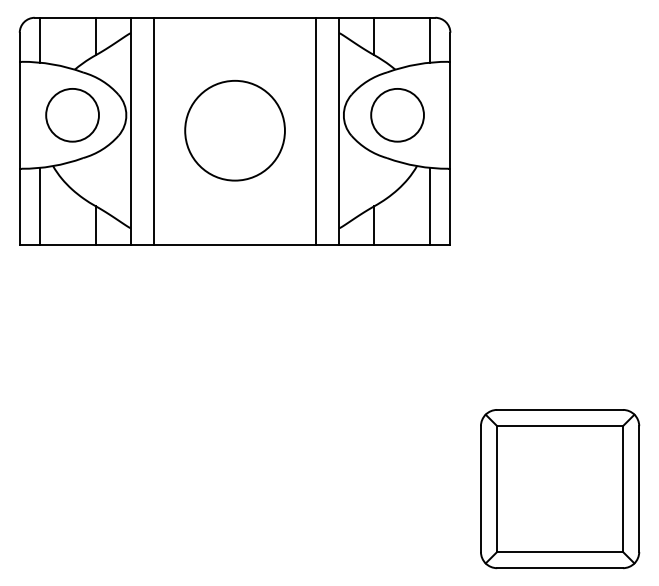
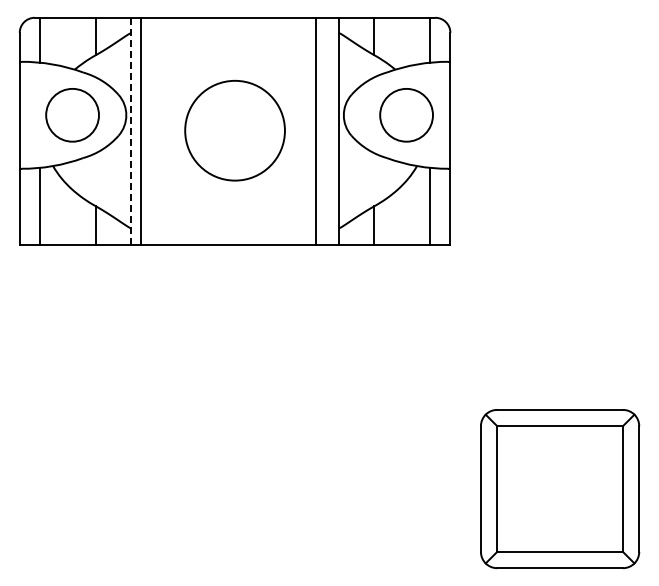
circle at (397, 115) position: (397, 115) -> (406, 115)
line at (131, 131): solid -> dashed
line at (153, 131) position: (153, 131) -> (140, 131)
